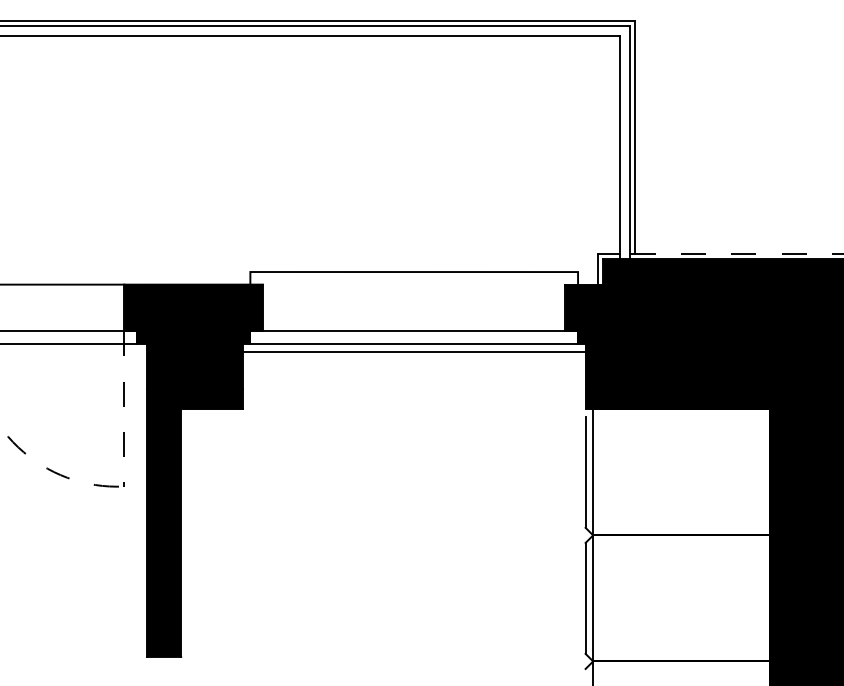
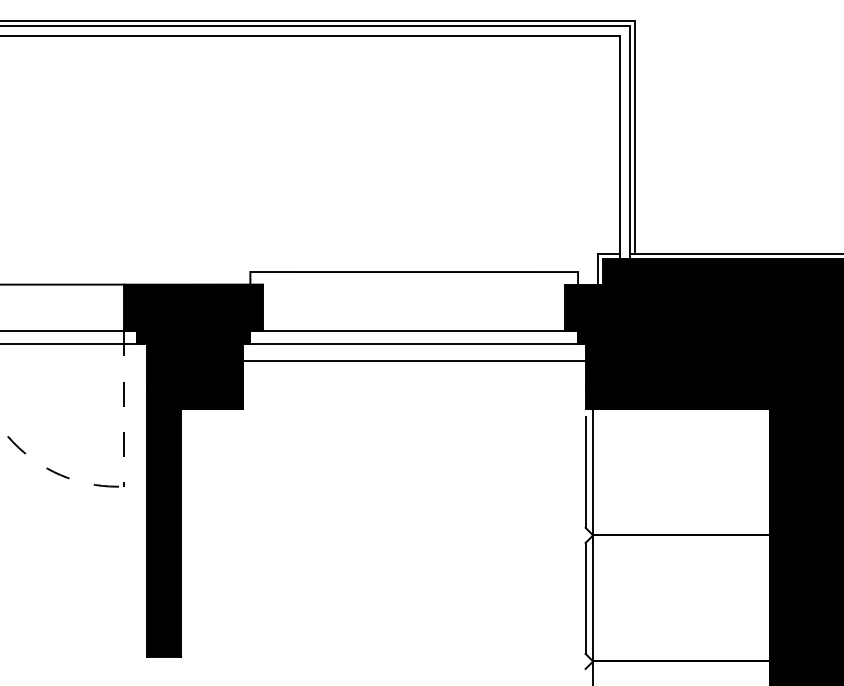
line at (737, 254): dashed -> solid
line at (413, 352) position: (413, 352) -> (413, 361)
